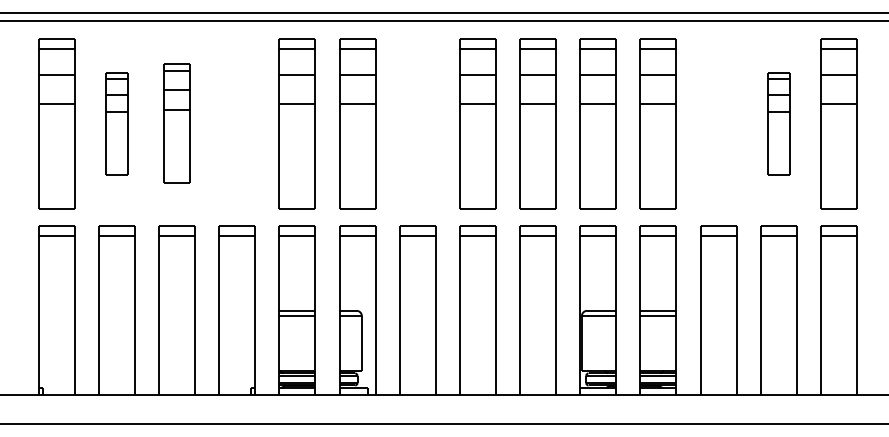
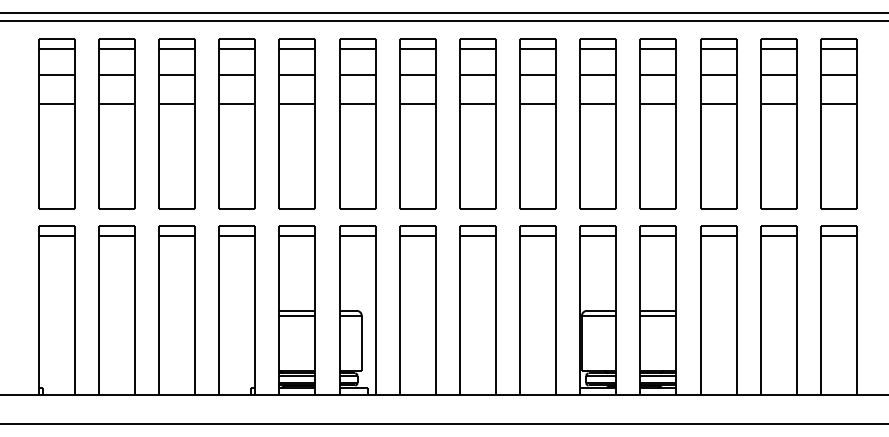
part at (116, 123) size: 24x104 px -> 38x172 px
part at (176, 123) size: 28x121 px -> 38x172 px
part at (236, 123): none -> present
part at (417, 123): none -> present
part at (718, 123): none -> present
part at (778, 123) size: 24x104 px -> 38x172 px
